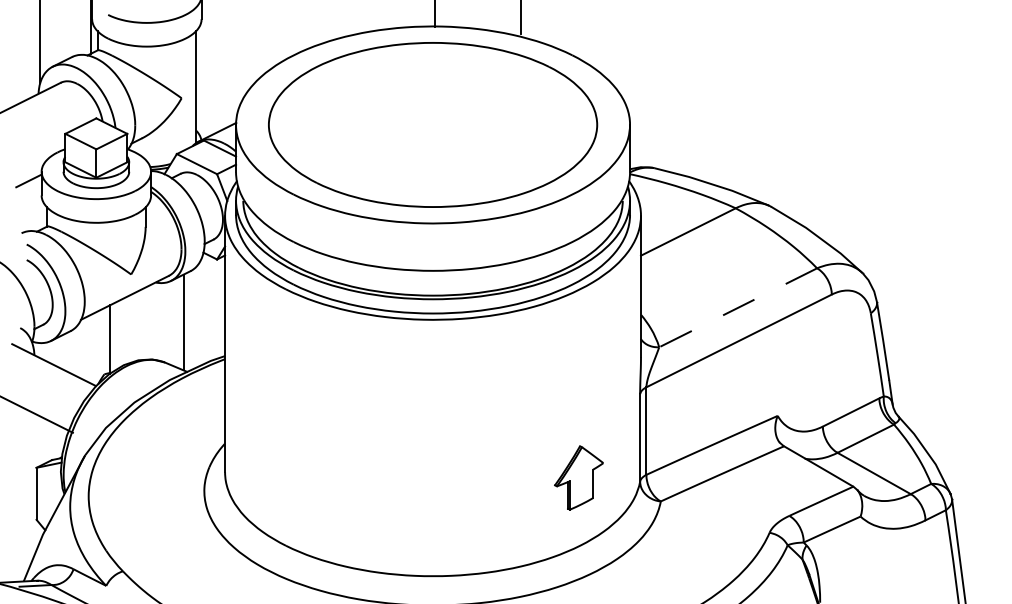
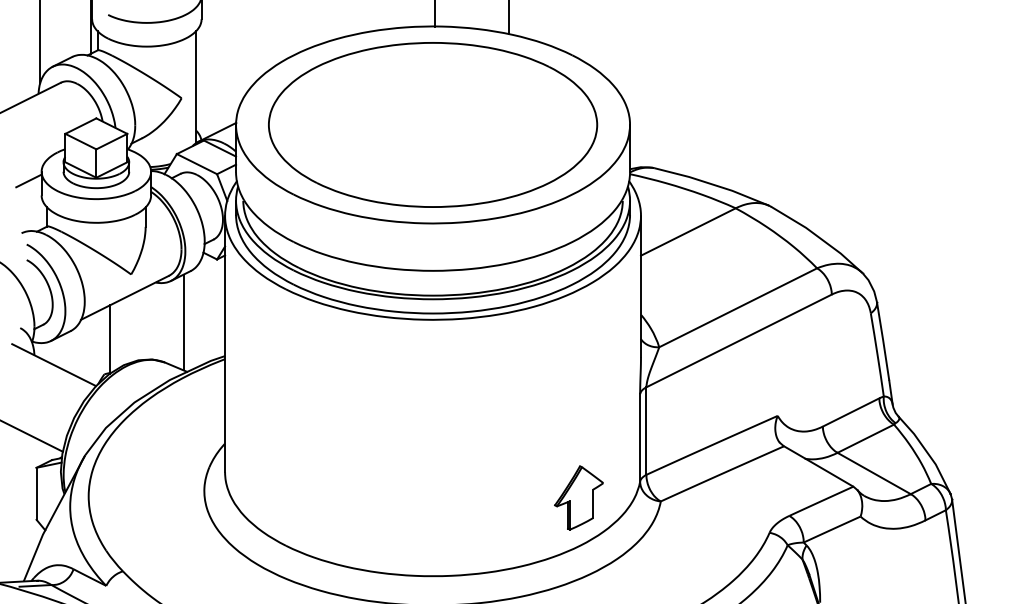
line at (520, 18) position: (520, 18) -> (508, 18)
line at (737, 308): dashed -> solid
line at (37, 414) position: (37, 414) -> (32, 436)
part at (578, 477) position: (578, 477) -> (578, 497)
